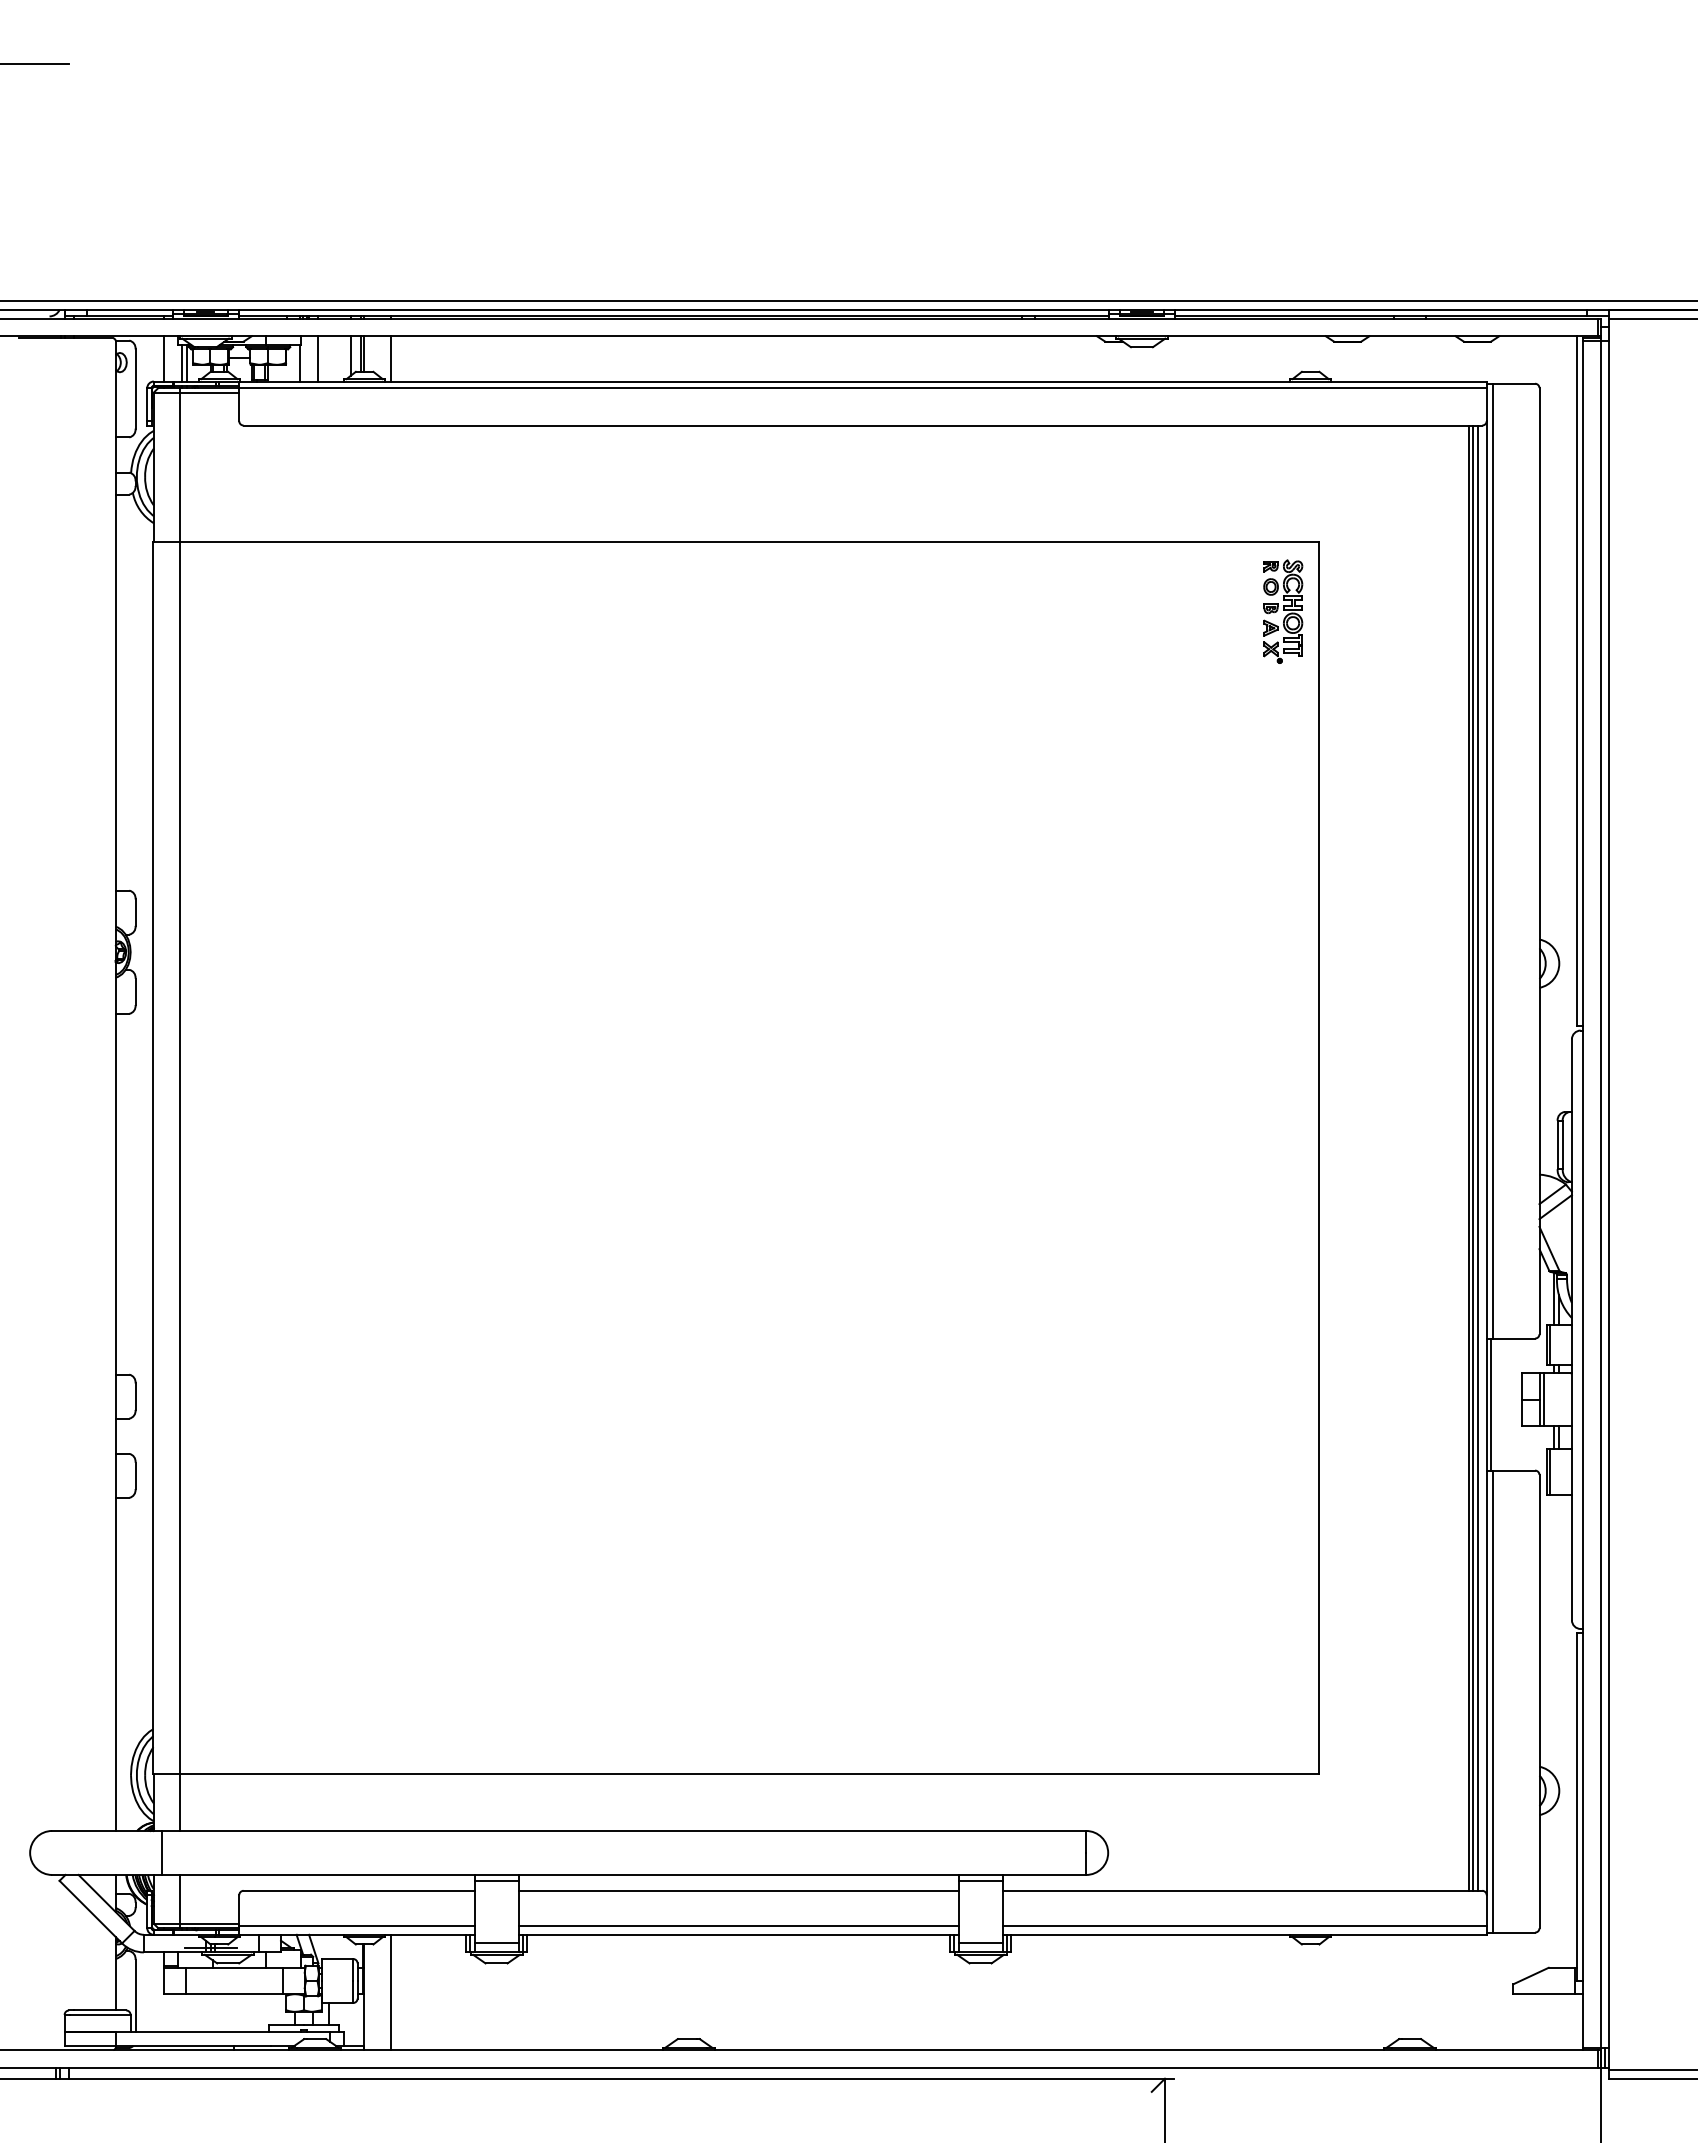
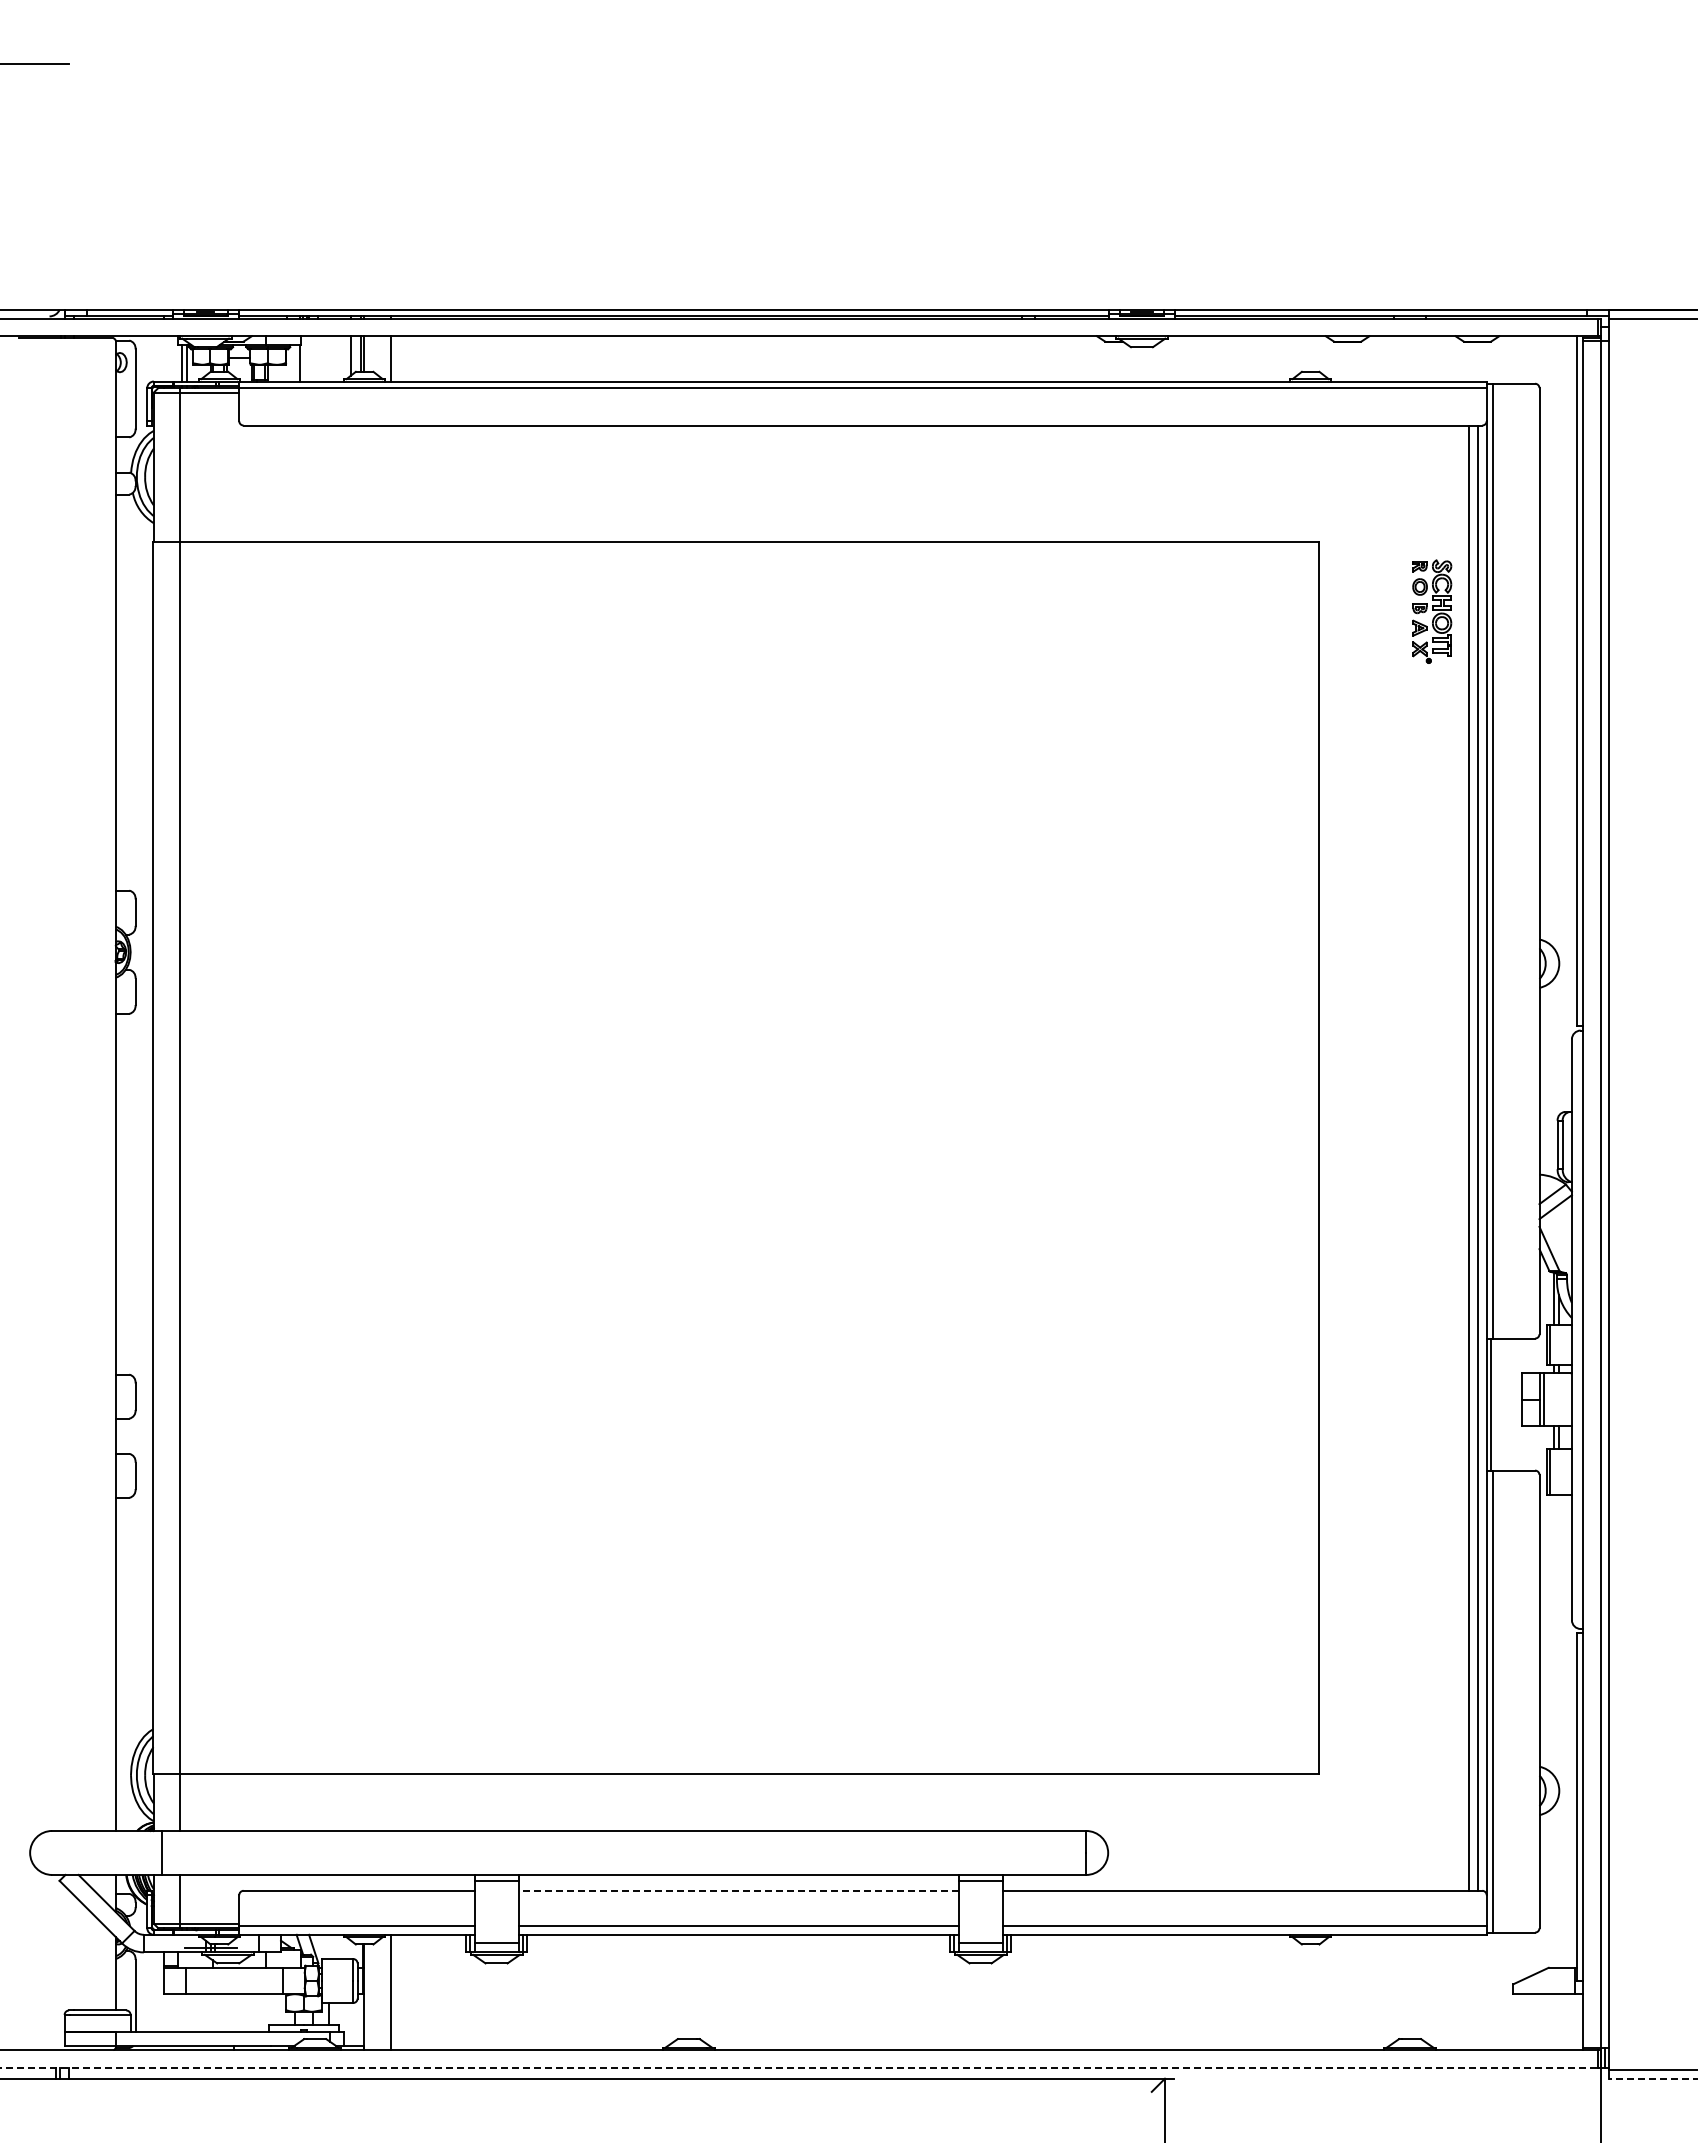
line at (848, 301): present -> none
line at (163, 358): present -> none
line at (317, 358): present -> none
part at (1283, 611) position: (1283, 611) -> (1432, 611)
line at (1473, 1157): present -> none
line at (738, 1890): solid -> dashed
line at (799, 2067): solid -> dashed
line at (1653, 2078): solid -> dashed
